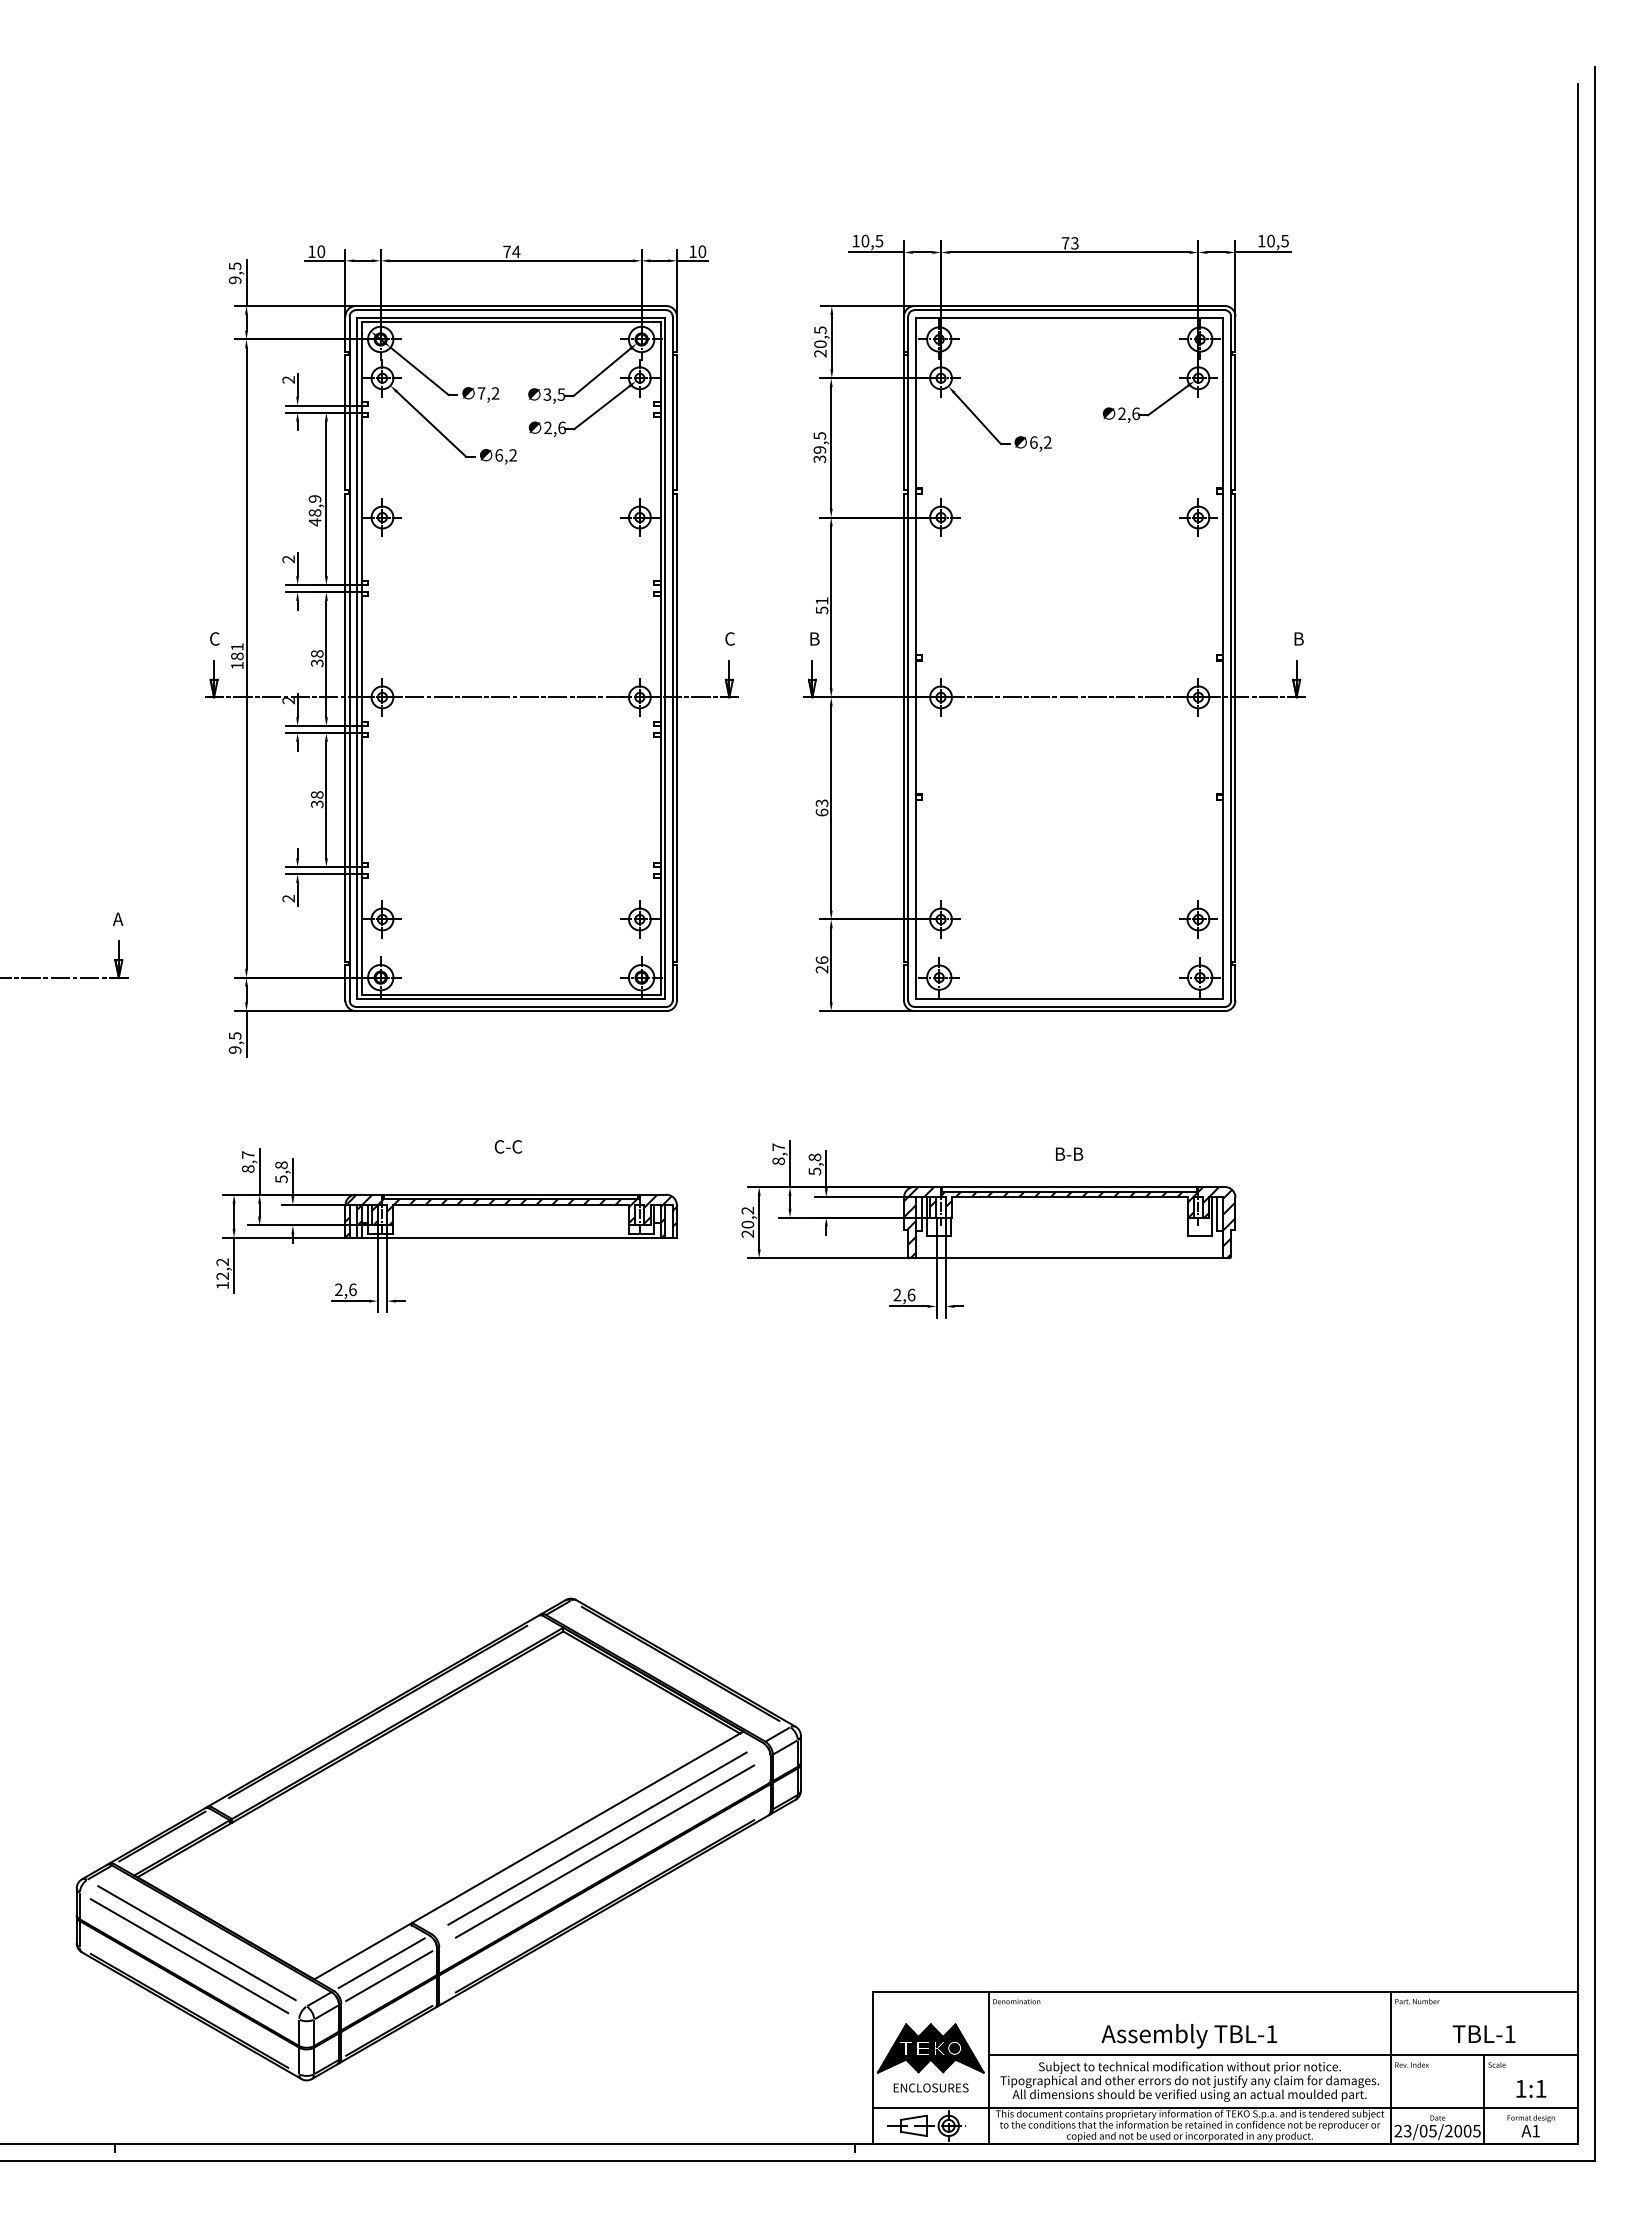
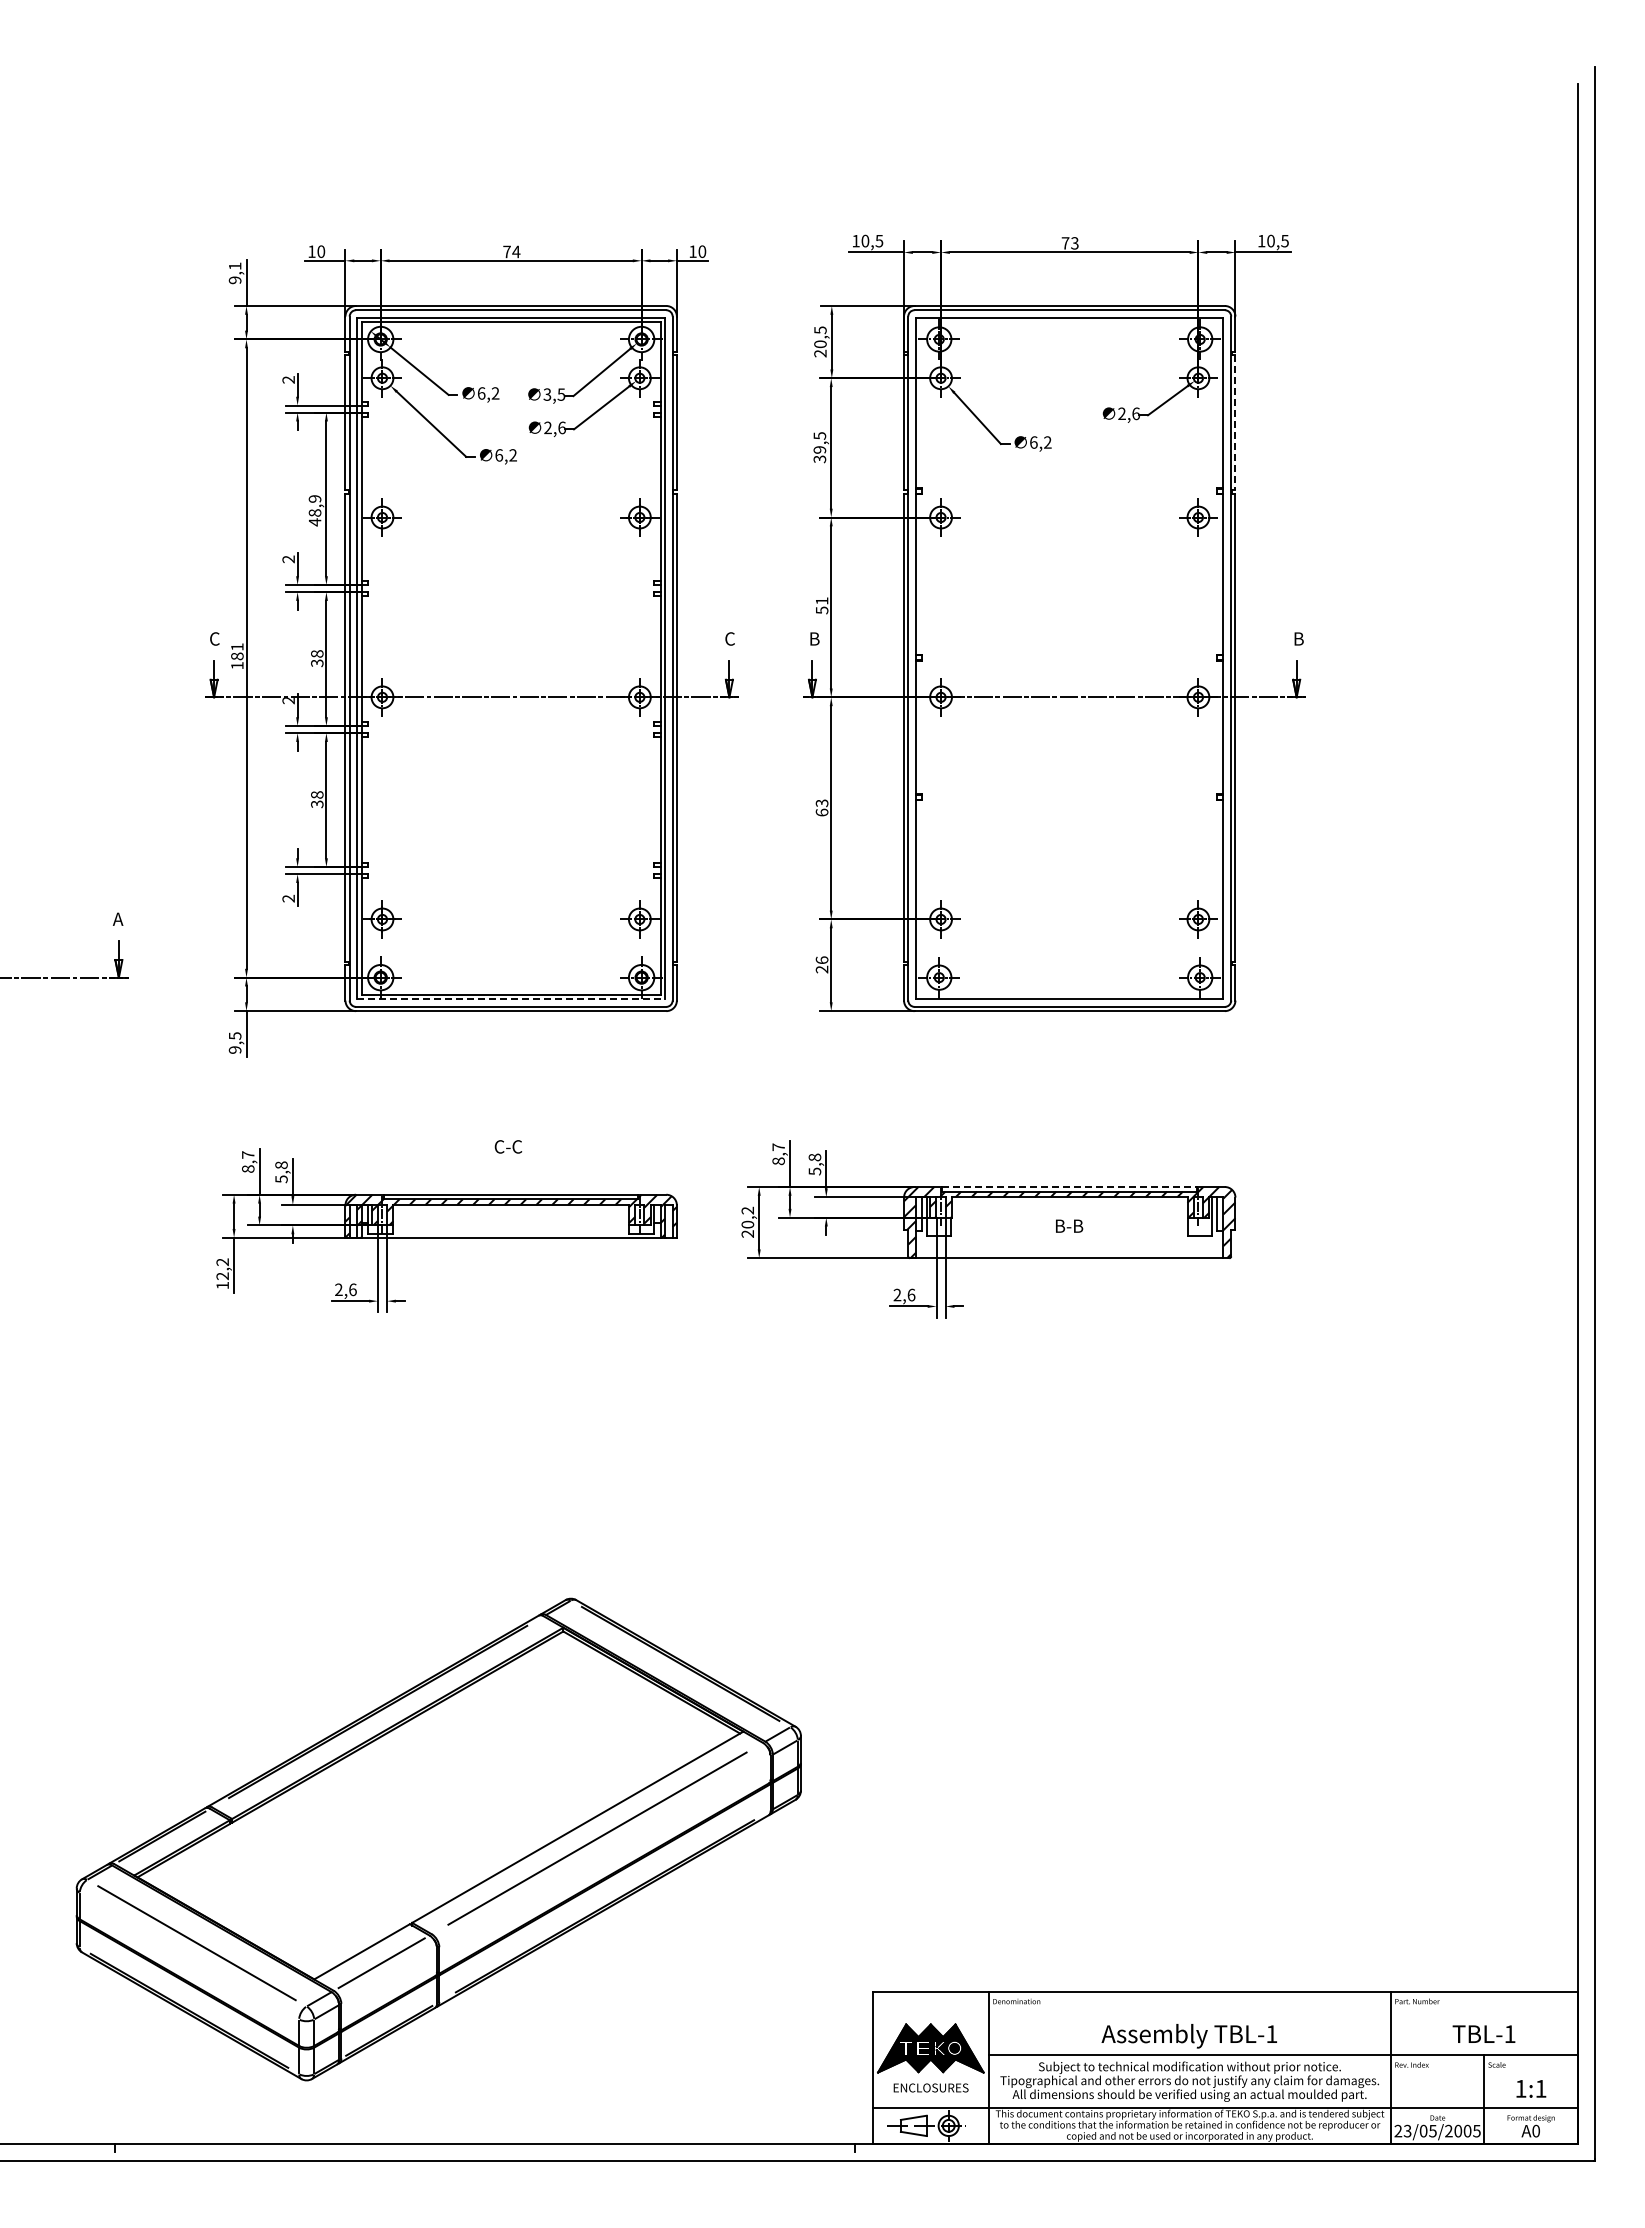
text at (235, 266): 9,5 -> 9,1
text at (481, 393): 7,2 -> 6,2
line at (1235, 422): solid -> dashed
line at (511, 999): solid -> dashed
text at (1069, 1153) position: (1069, 1153) -> (1069, 1225)
line at (1070, 1187): solid -> dashed
line at (604, 1851): present -> none
line at (189, 1956): present -> none
line at (389, 1976): present -> none
text at (1535, 2130): A1 -> A0
